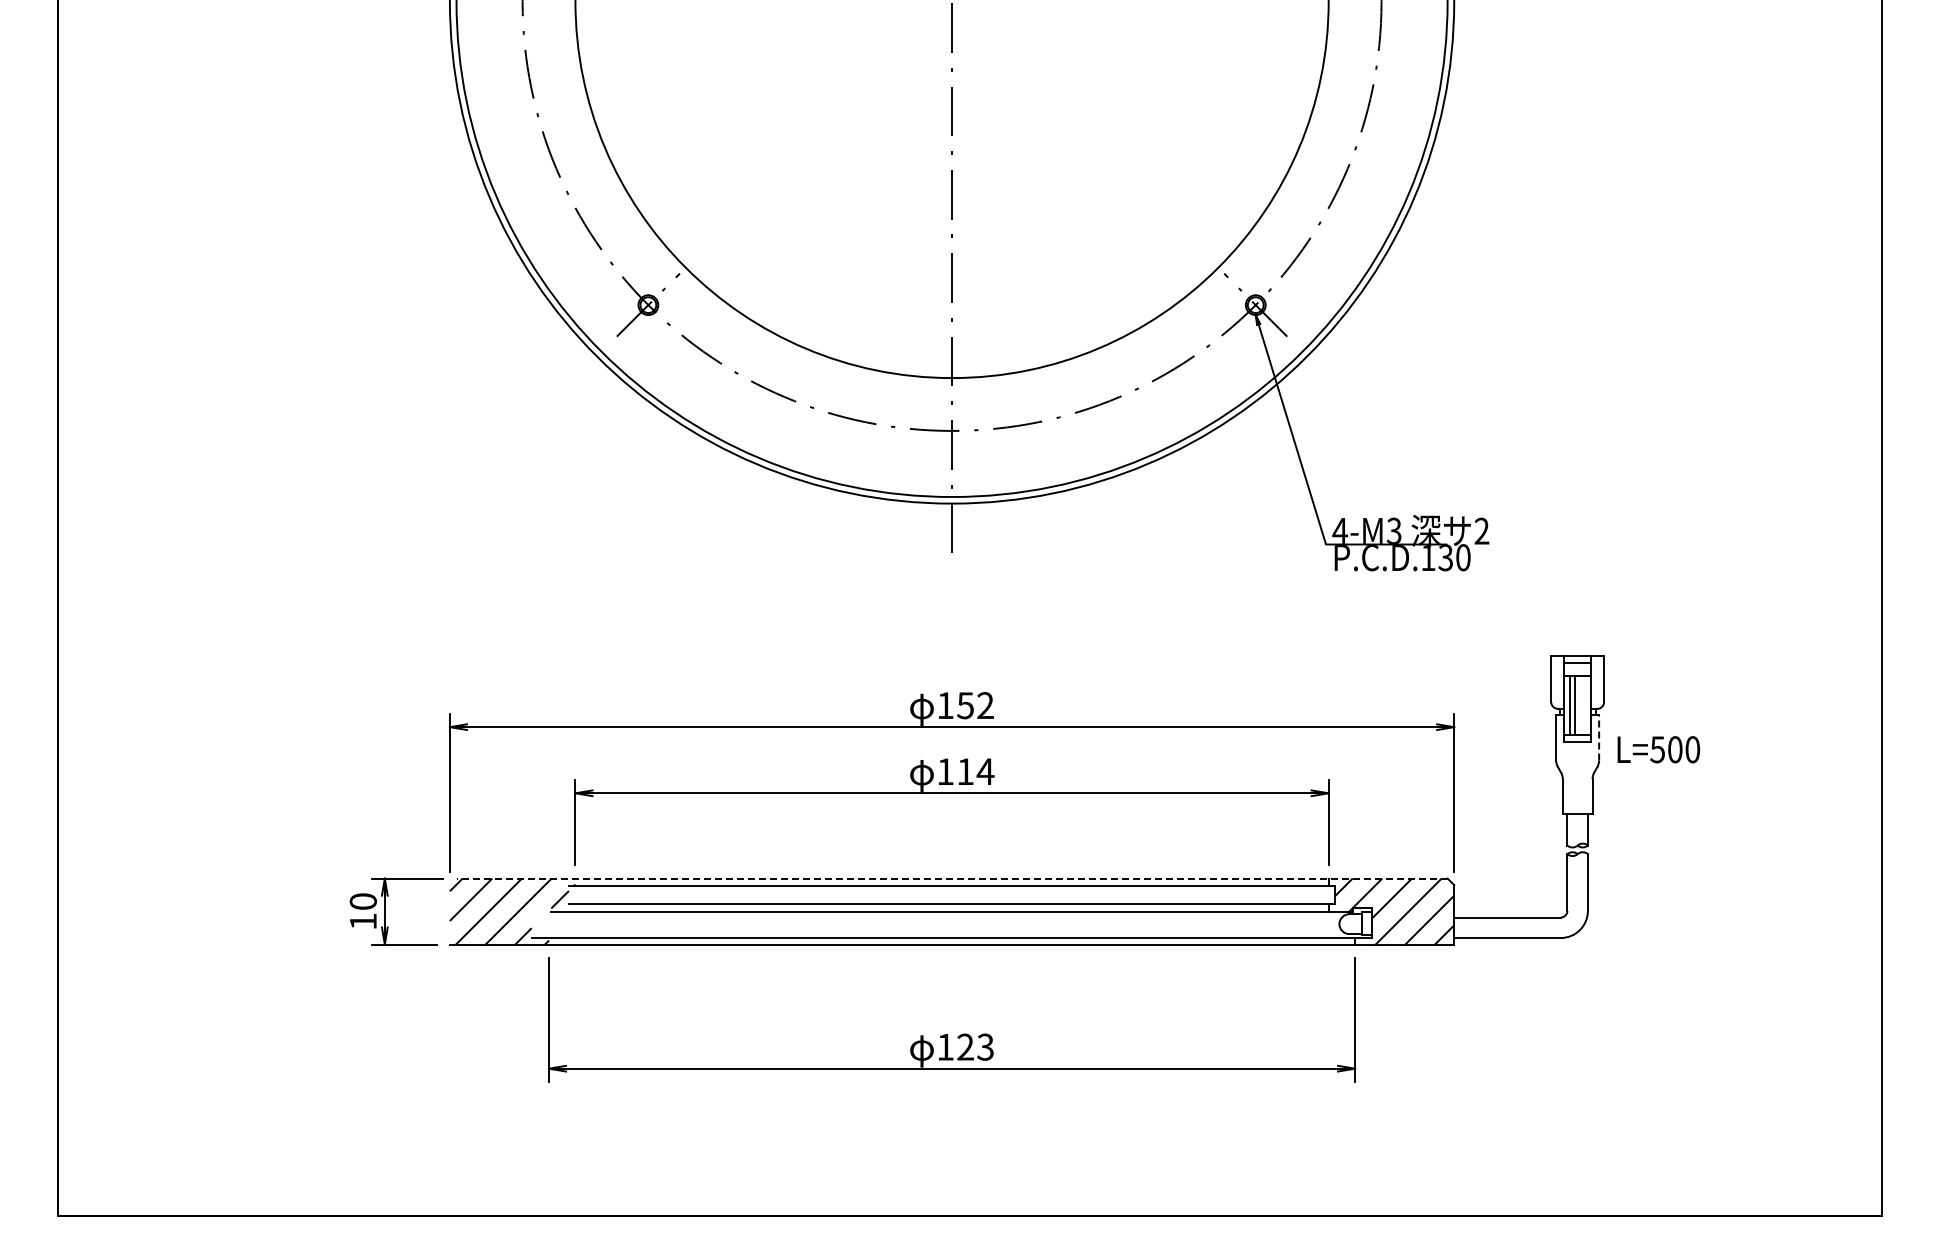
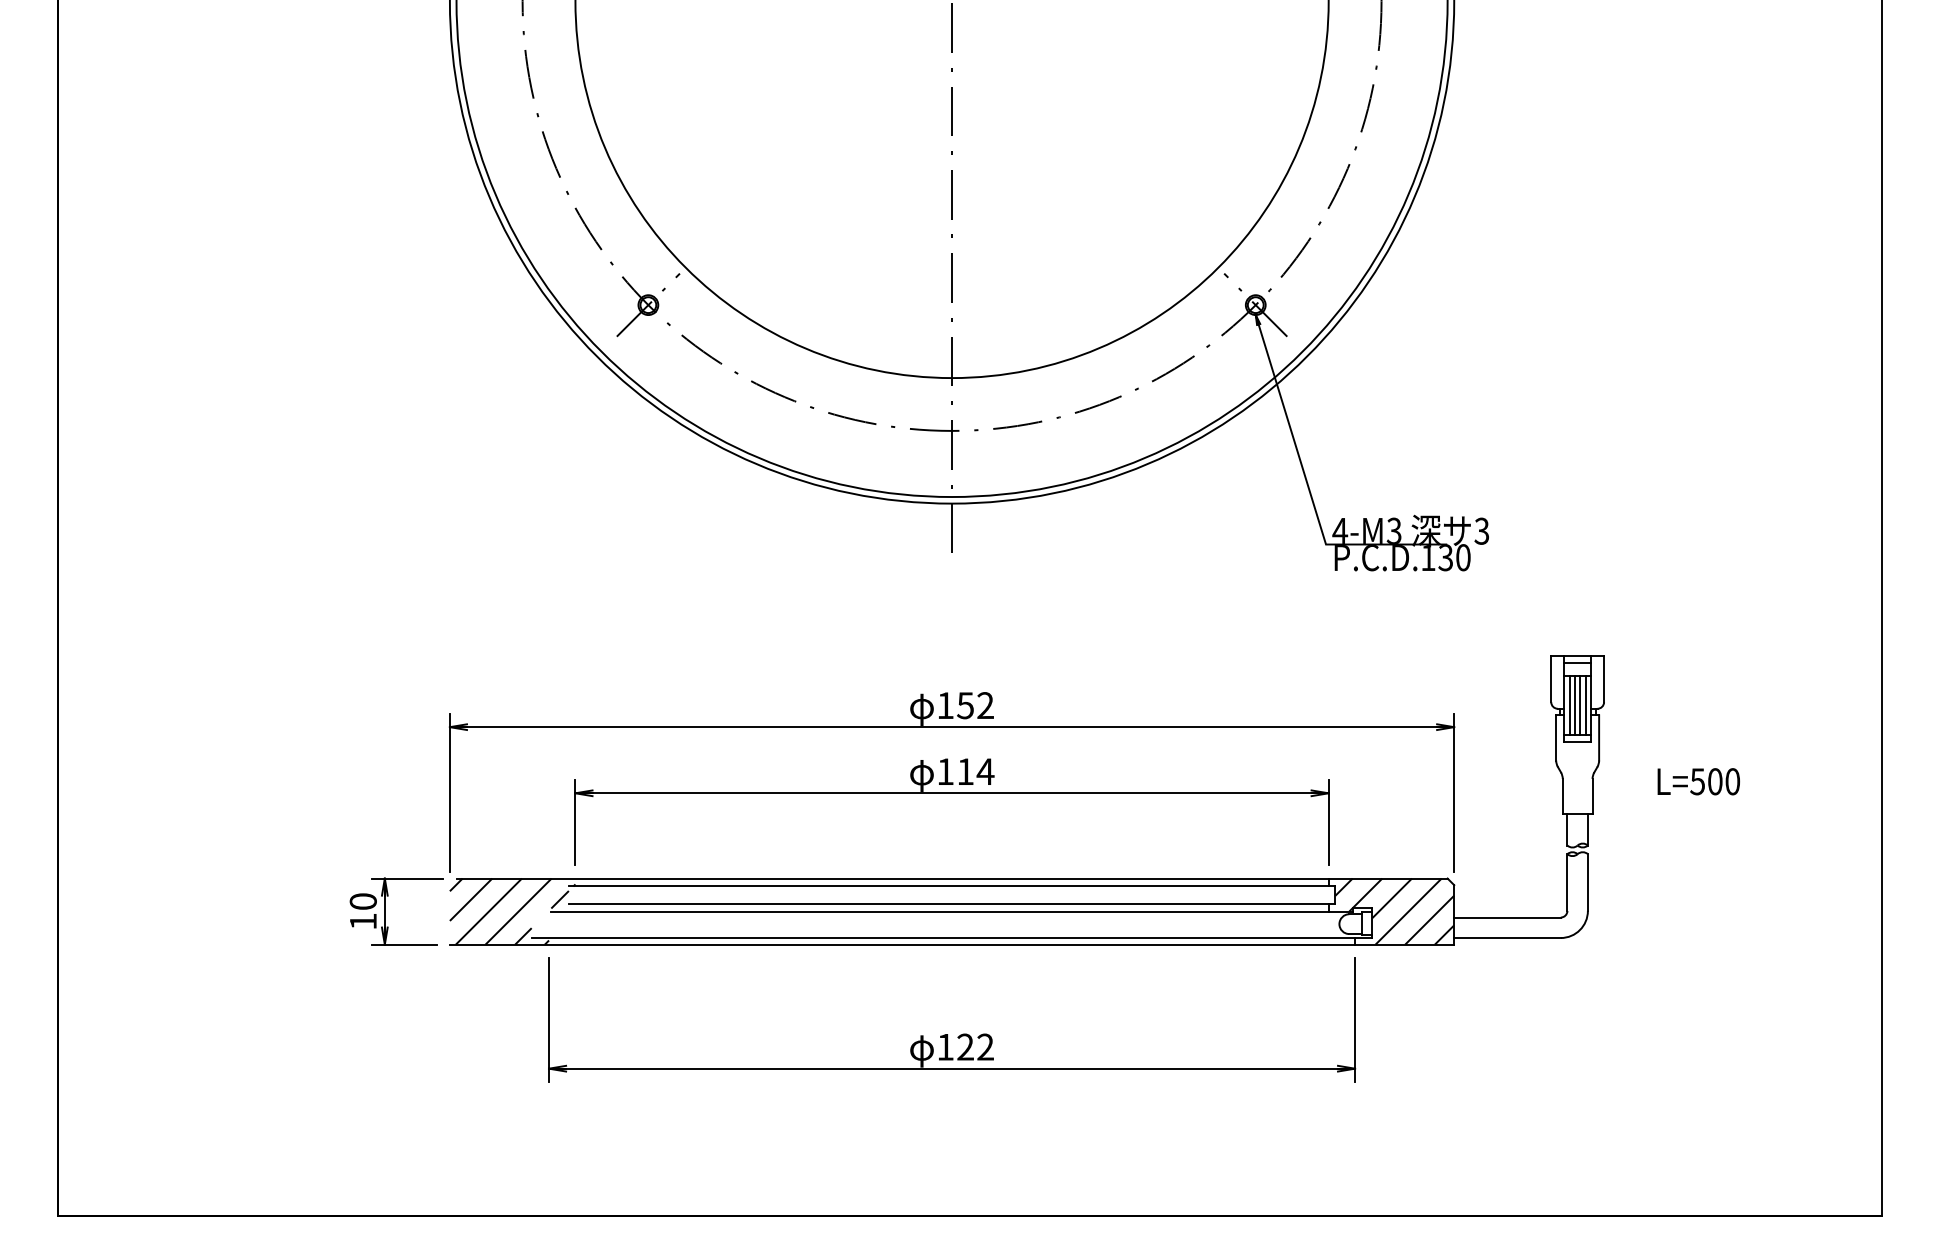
text at (1481, 531): 2 -> 3
line at (1580, 705): none -> present
line at (1585, 705): none -> present
line at (1599, 737): dashed -> solid
text at (1658, 749) position: (1658, 749) -> (1698, 781)
line at (952, 878): dashed -> solid
text at (985, 1047): 123 -> 122
